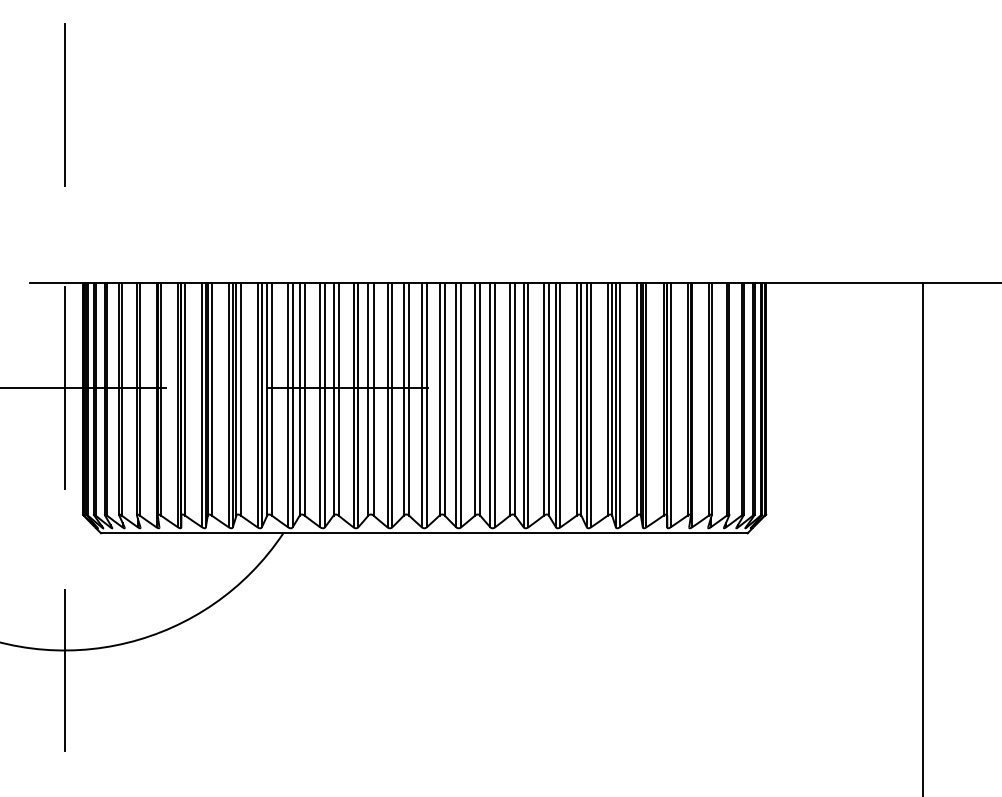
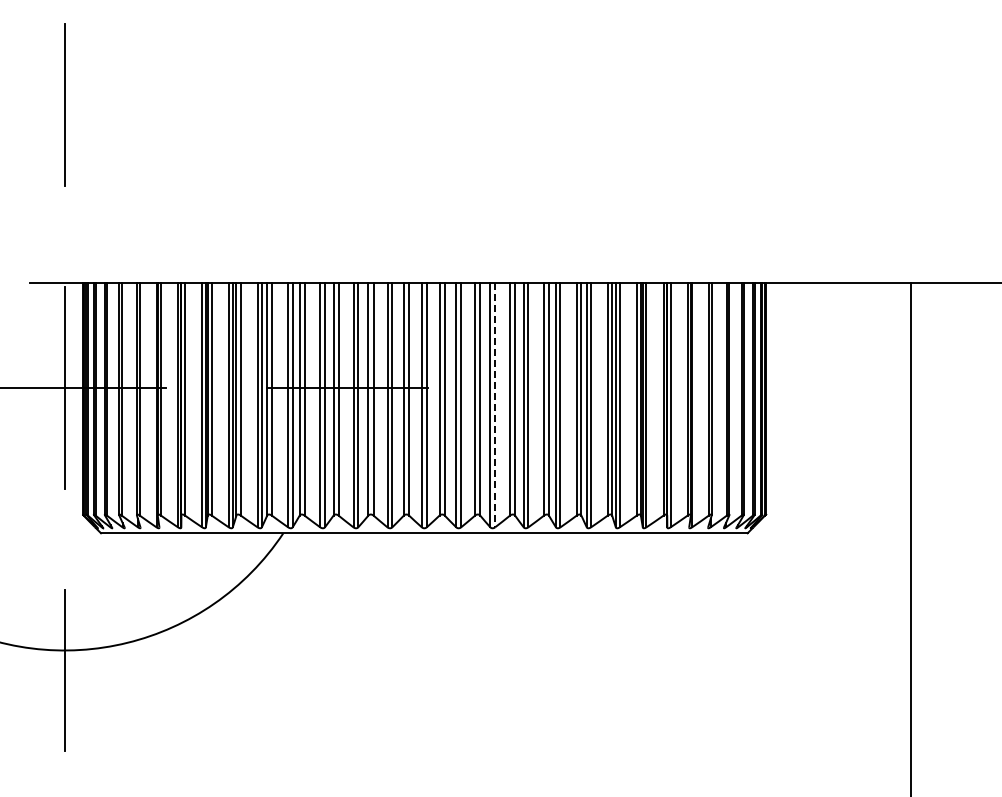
line at (495, 405): solid -> dashed
line at (923, 537) position: (923, 537) -> (911, 537)
